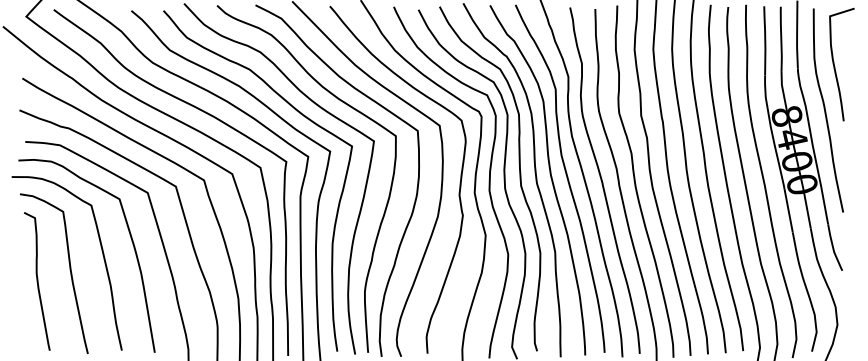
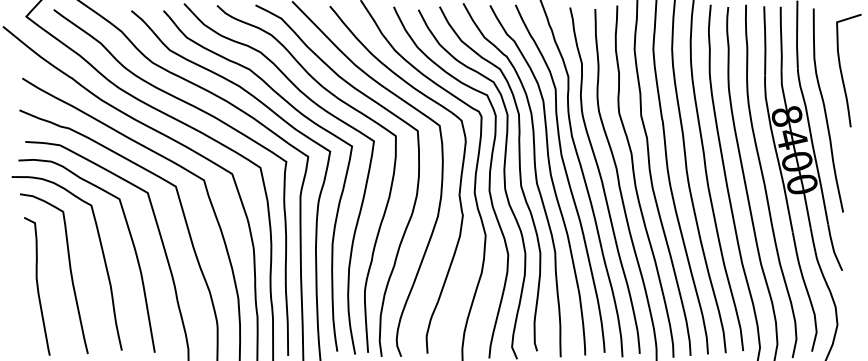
curve at (835, 66) position: (835, 66) -> (842, 72)
curve at (37, 281) position: (37, 281) -> (37, 286)
